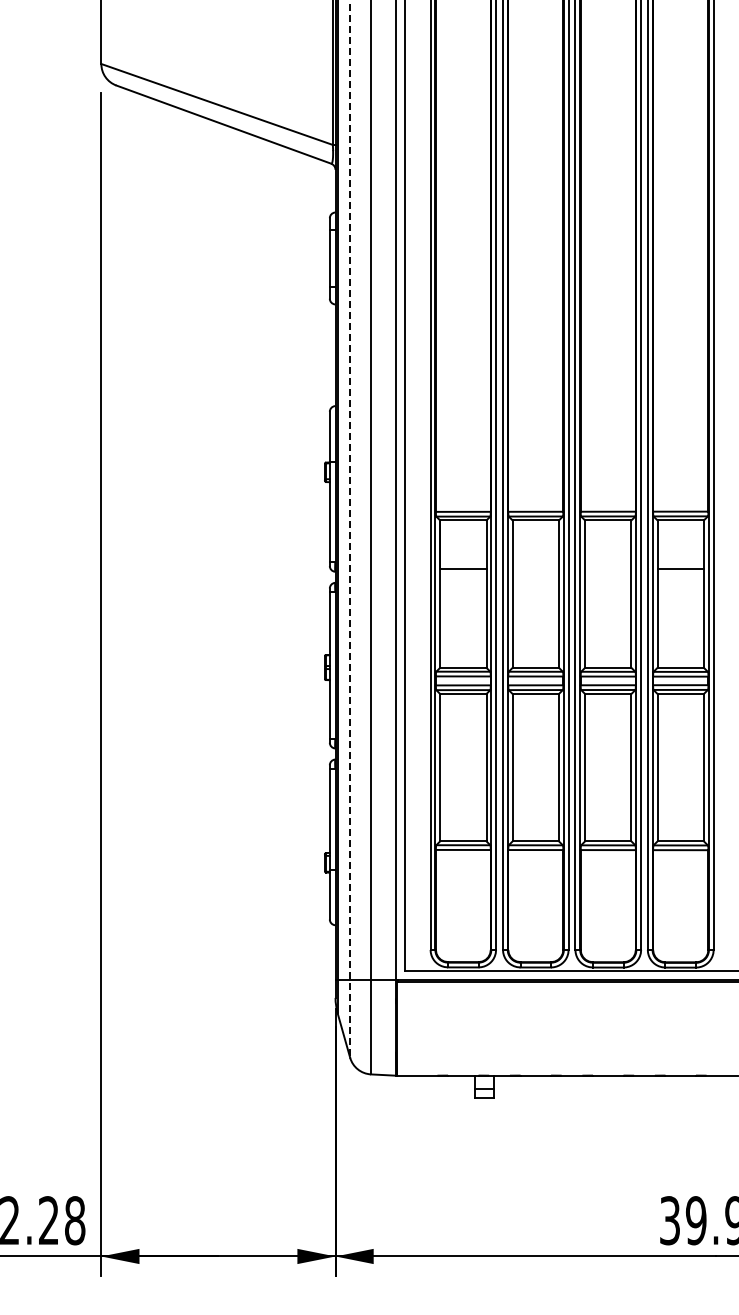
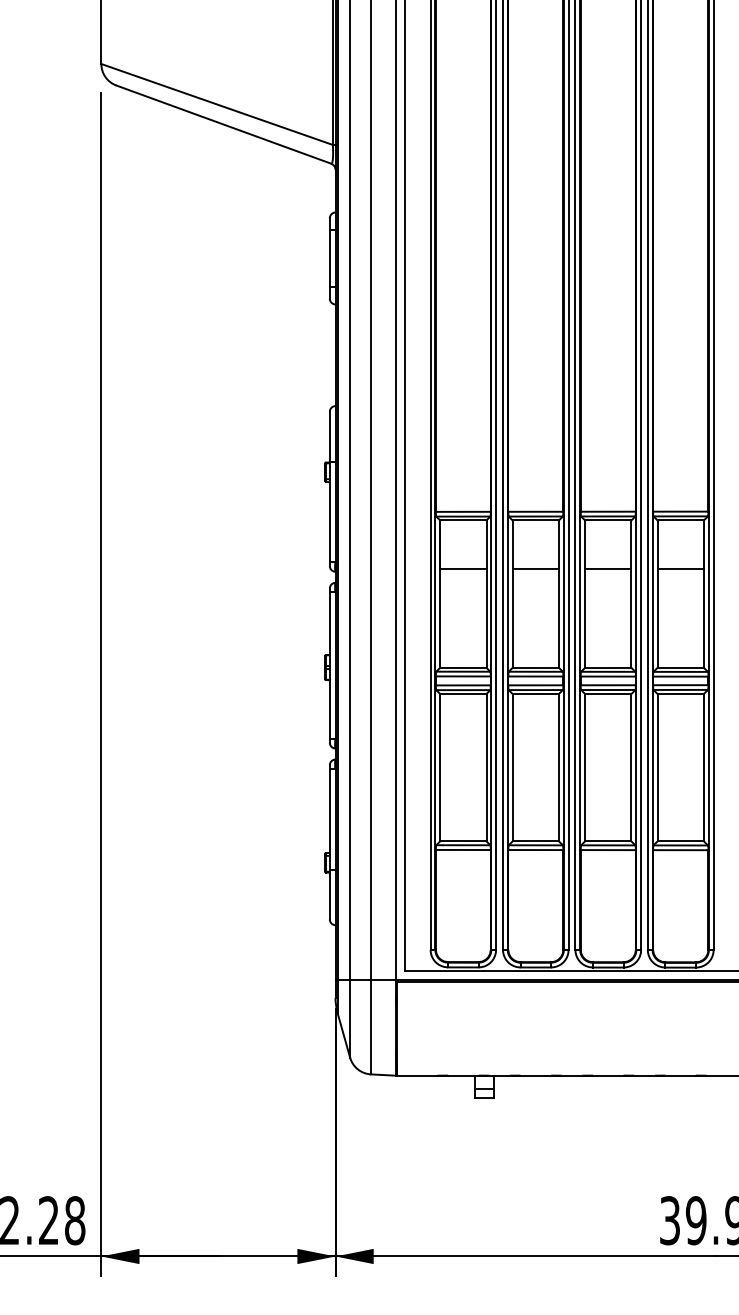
line at (350, 529): dashed -> solid
line at (535, 568): none -> present
line at (608, 568): none -> present
